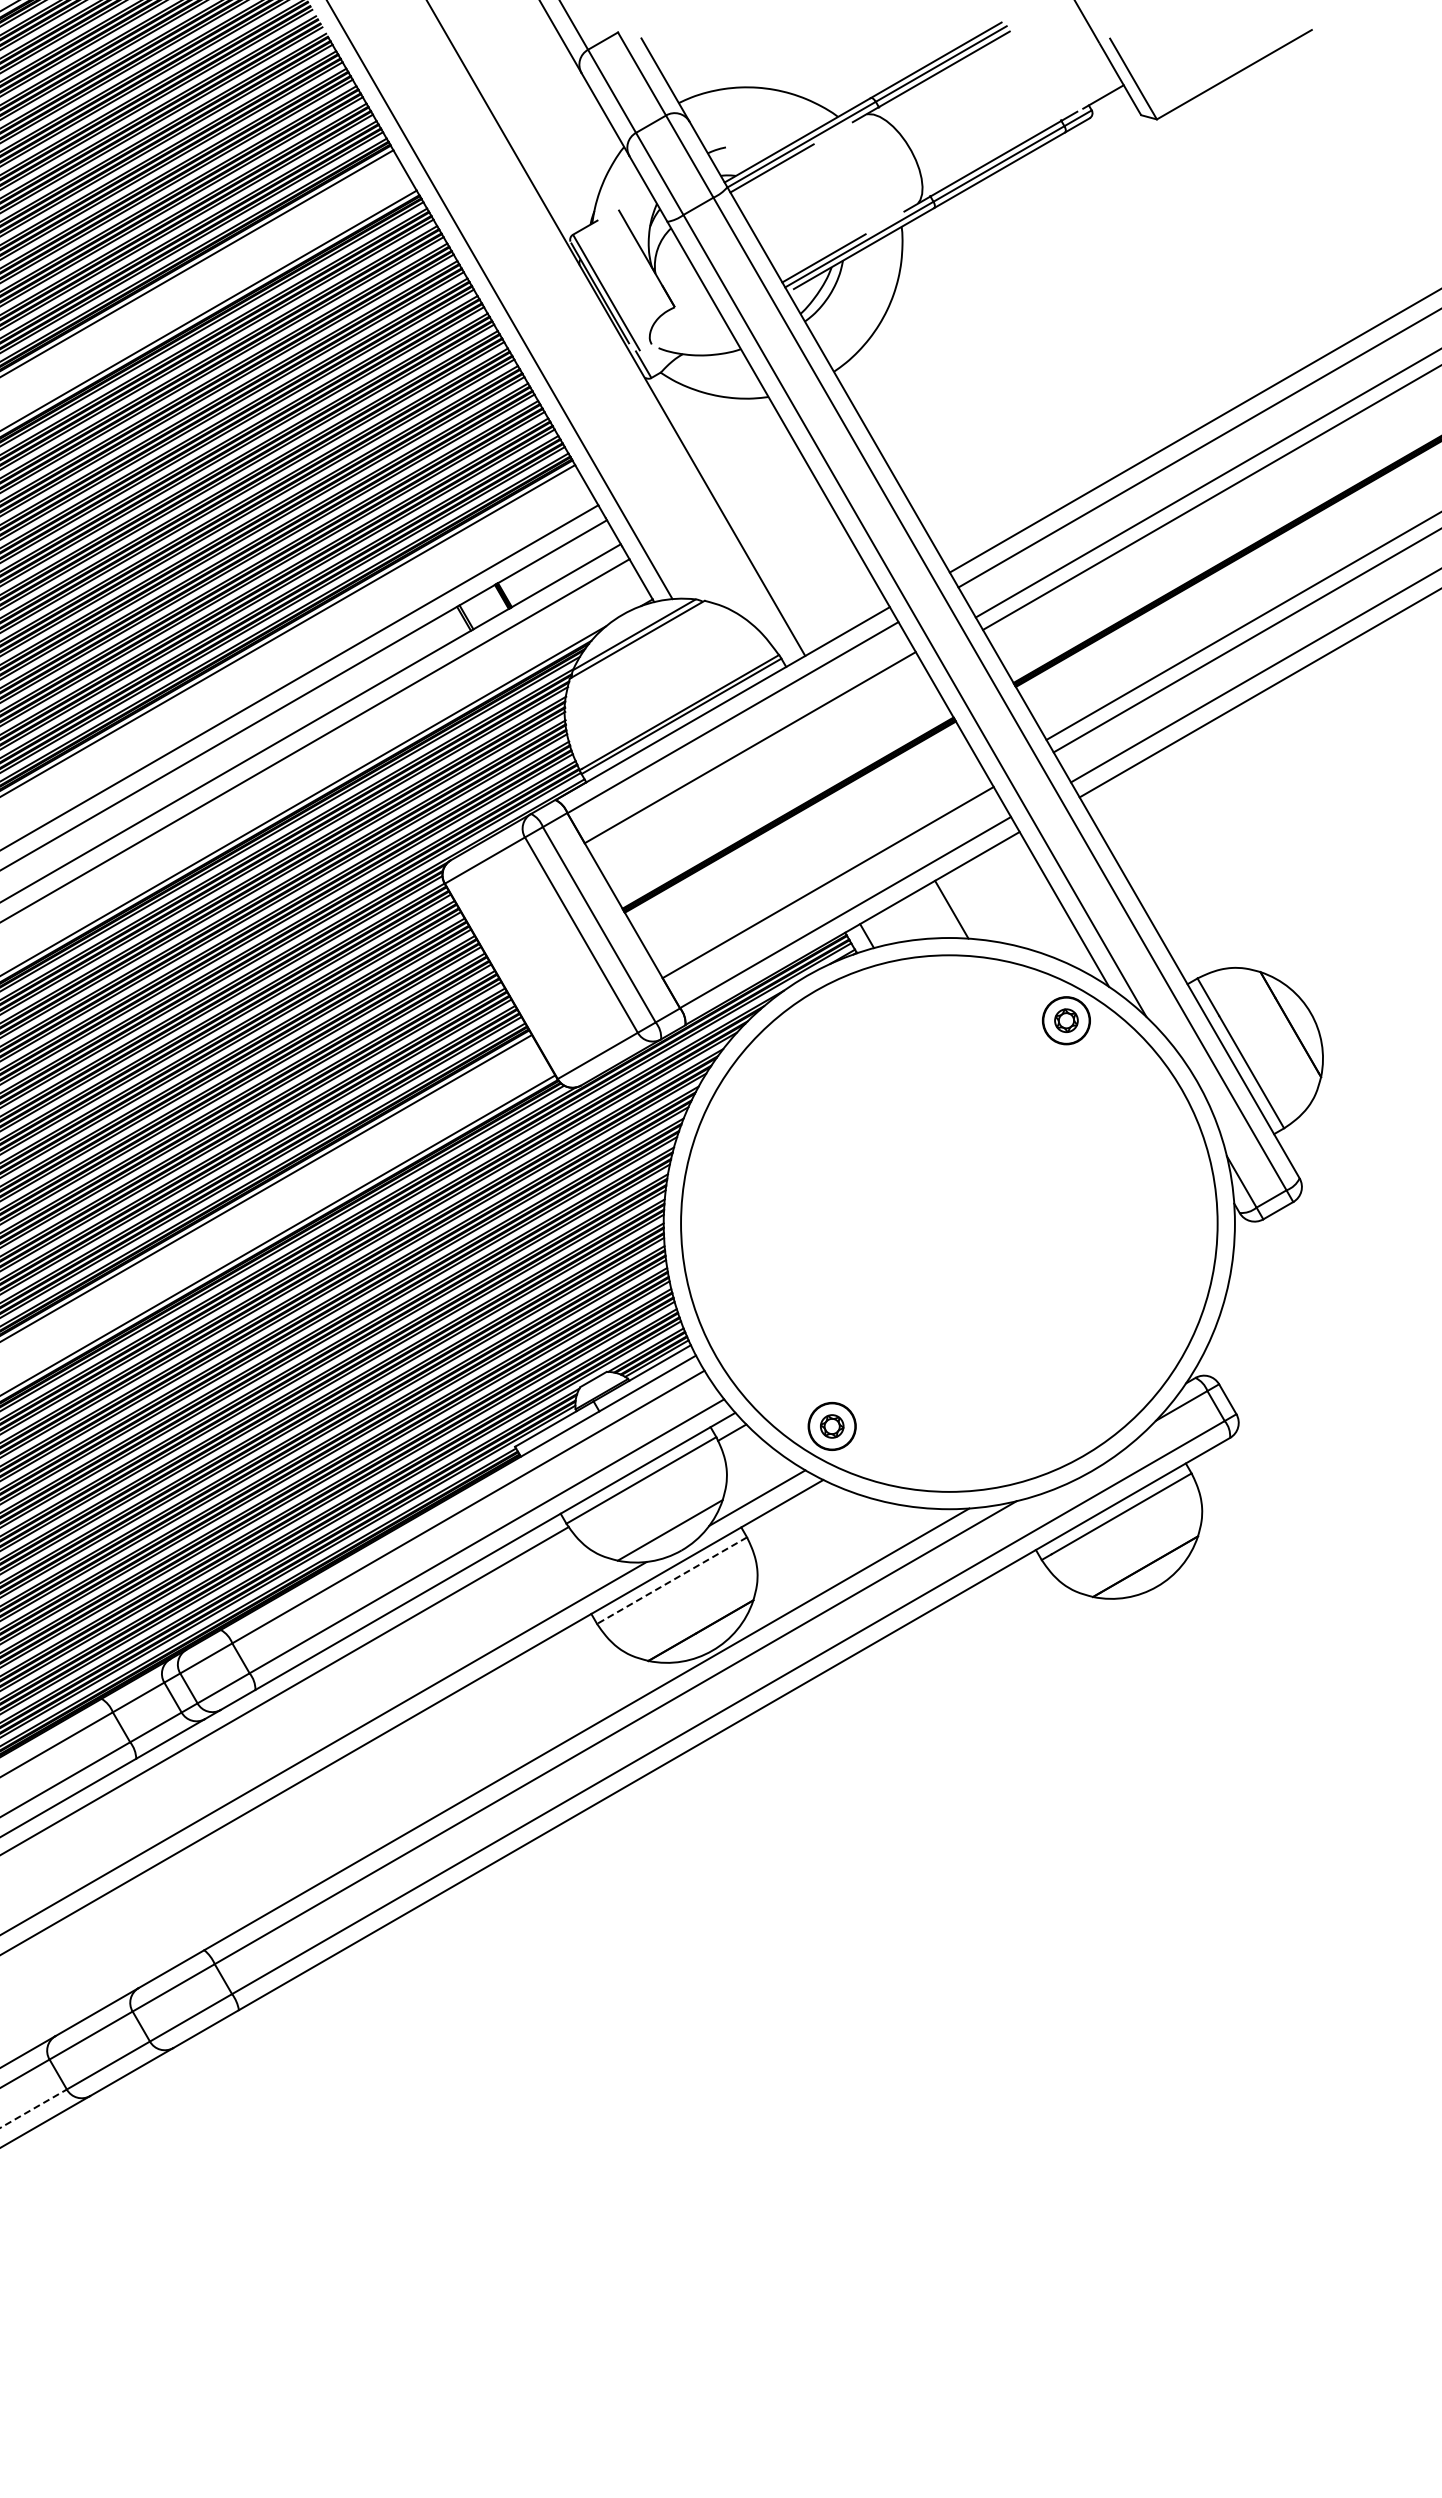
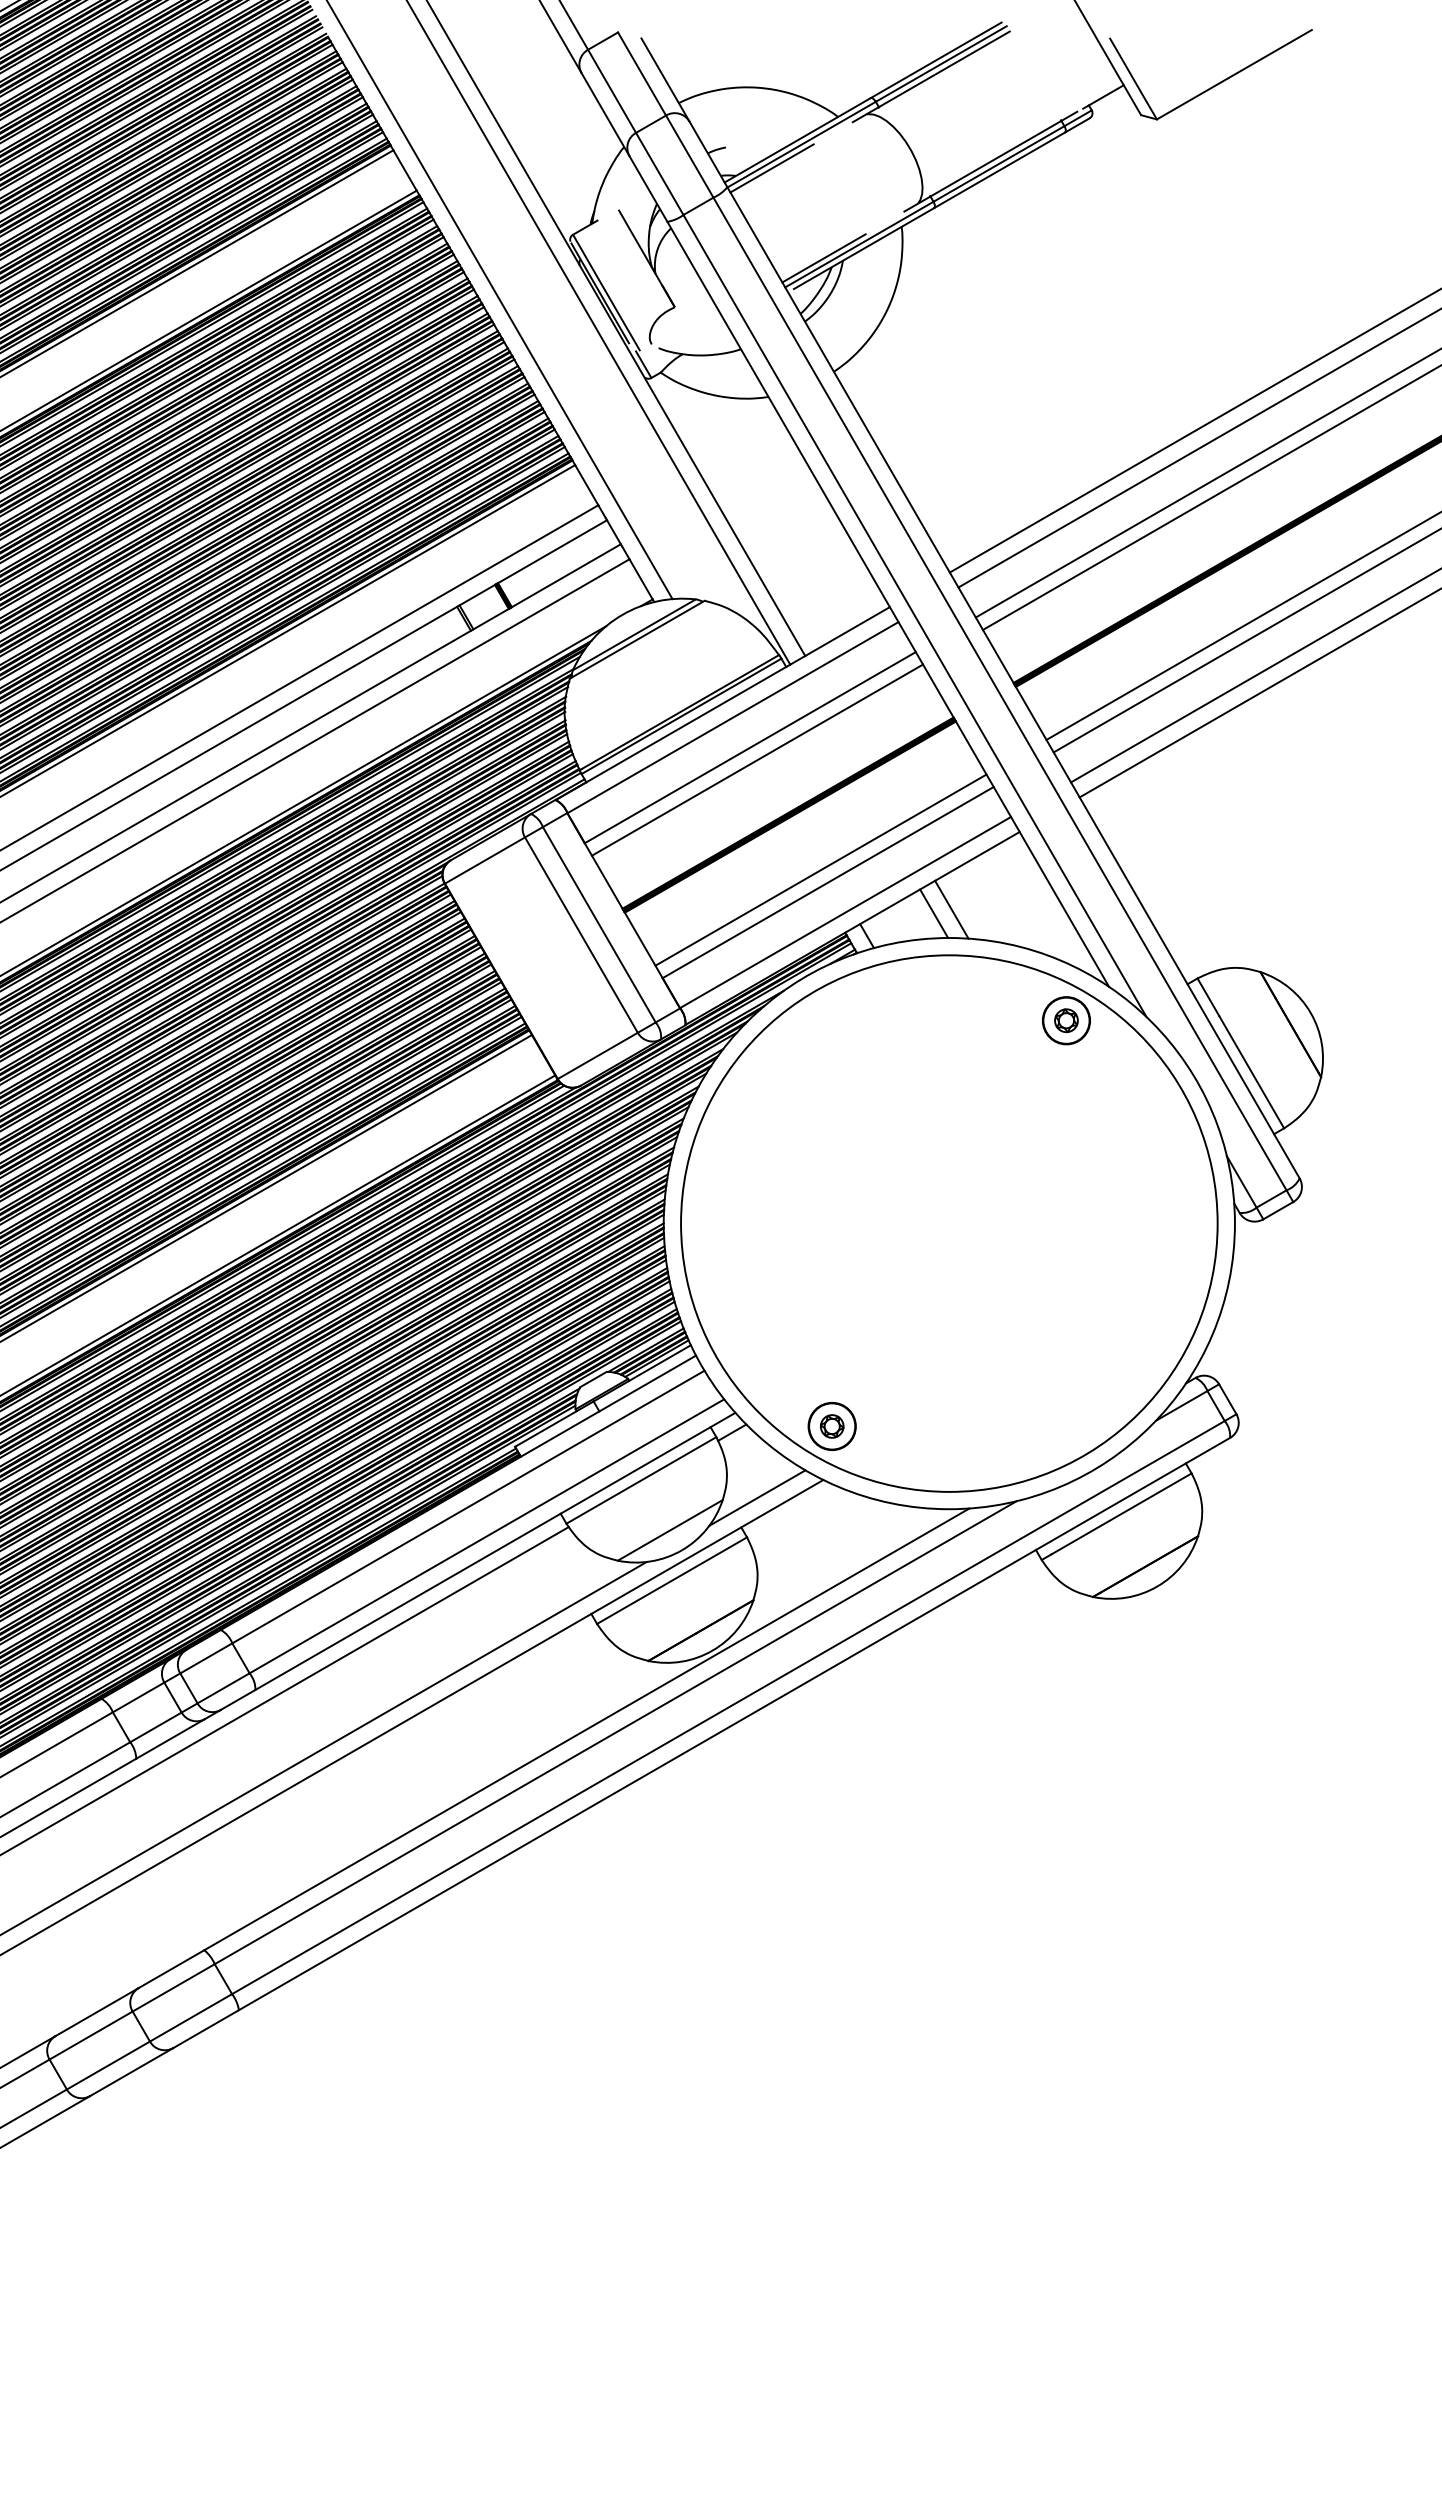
line at (598, 333): none -> present
line at (757, 759): none -> present
line at (820, 869): none -> present
line at (934, 913): none -> present
line at (672, 1580): dashed -> solid
line at (34, 2108): dashed -> solid
